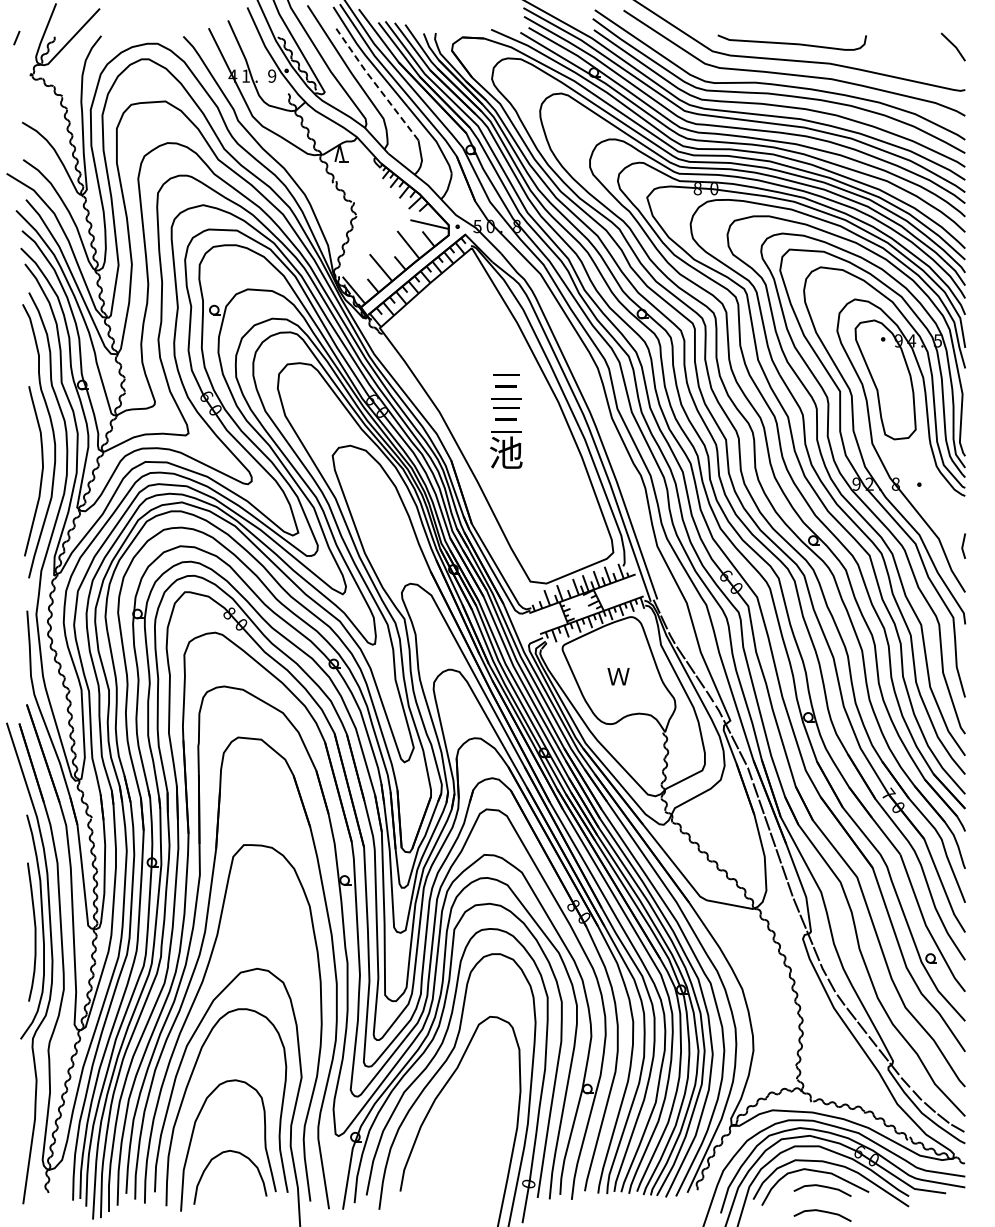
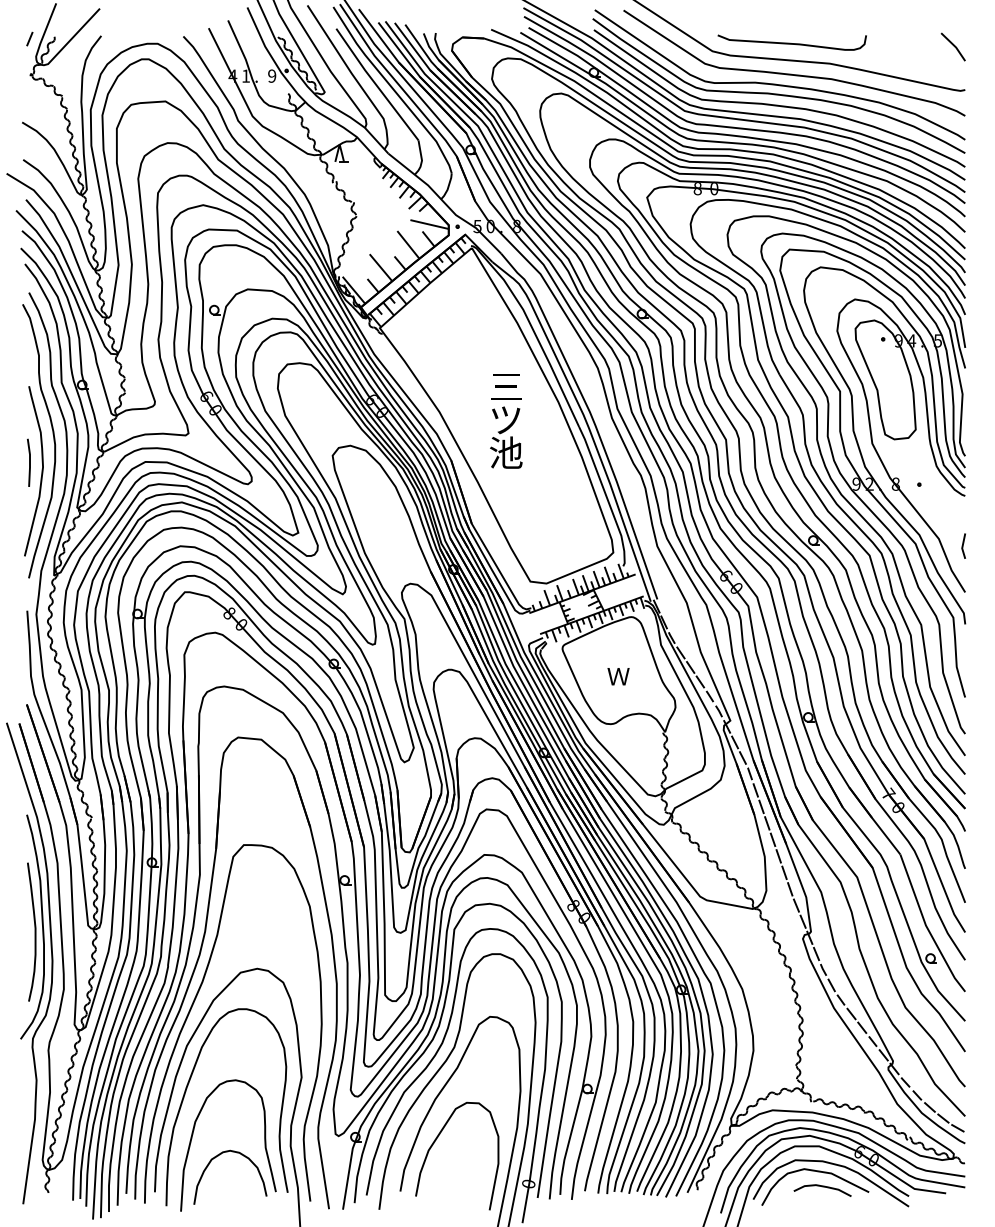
line at (16, 37) position: (16, 37) -> (29, 38)
line at (376, 84): dashed -> solid
text at (506, 420): 三 -> ツ
line at (29, 462): none -> present
curve at (436, 1140): none -> present
curve at (822, 1212): present -> none
